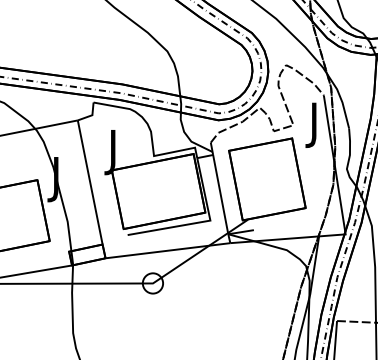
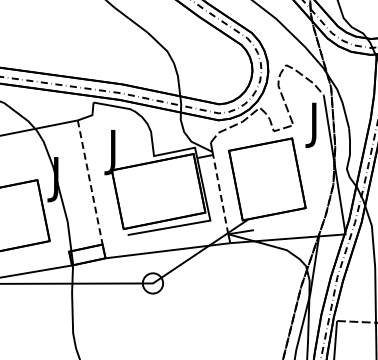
line at (90, 182): solid -> dashed
line at (220, 194): solid -> dashed
